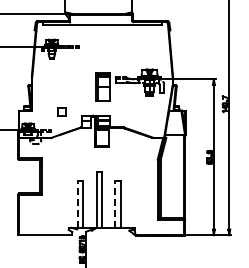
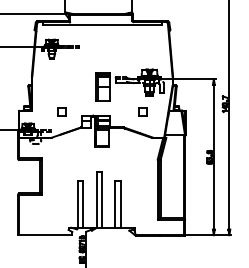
part at (142, 111): none -> present
line at (77, 203): dashed -> solid
line at (115, 203): dashed -> solid
